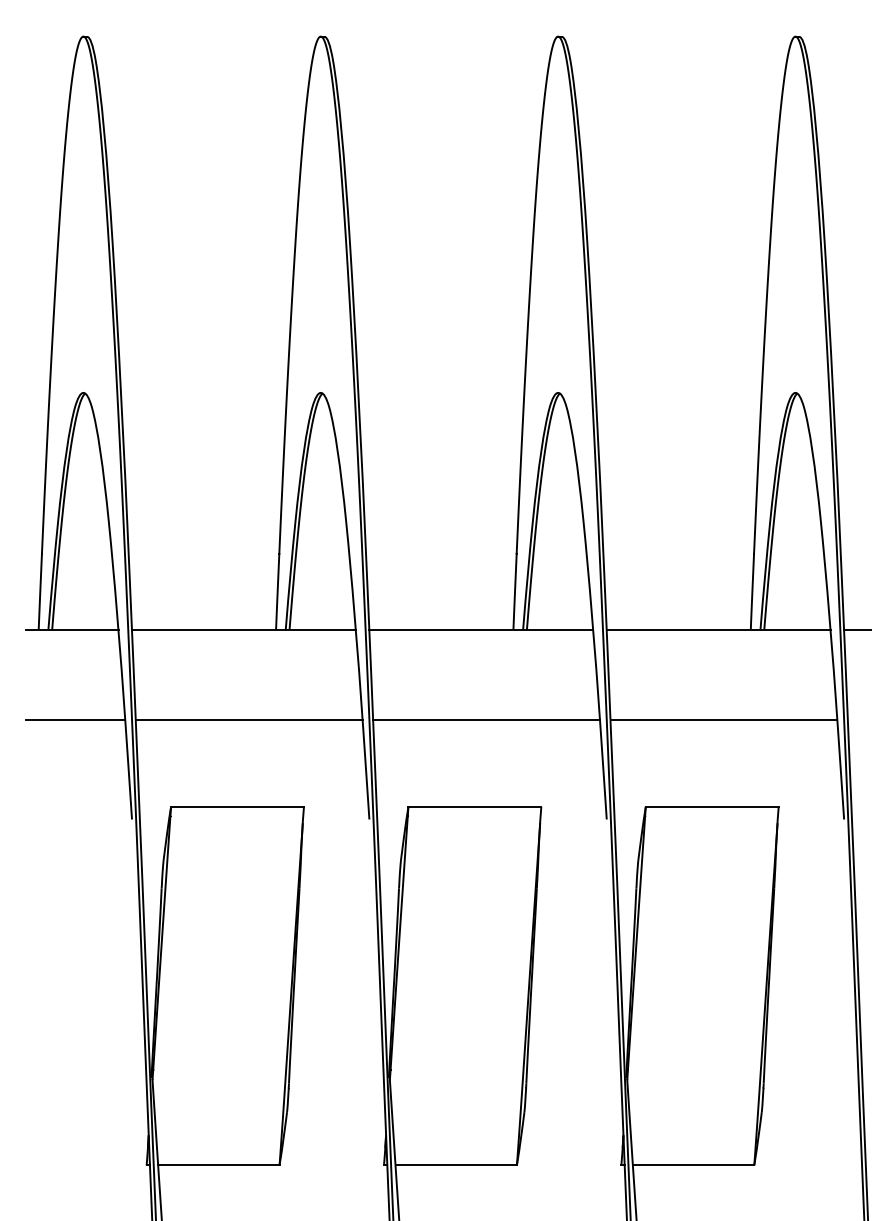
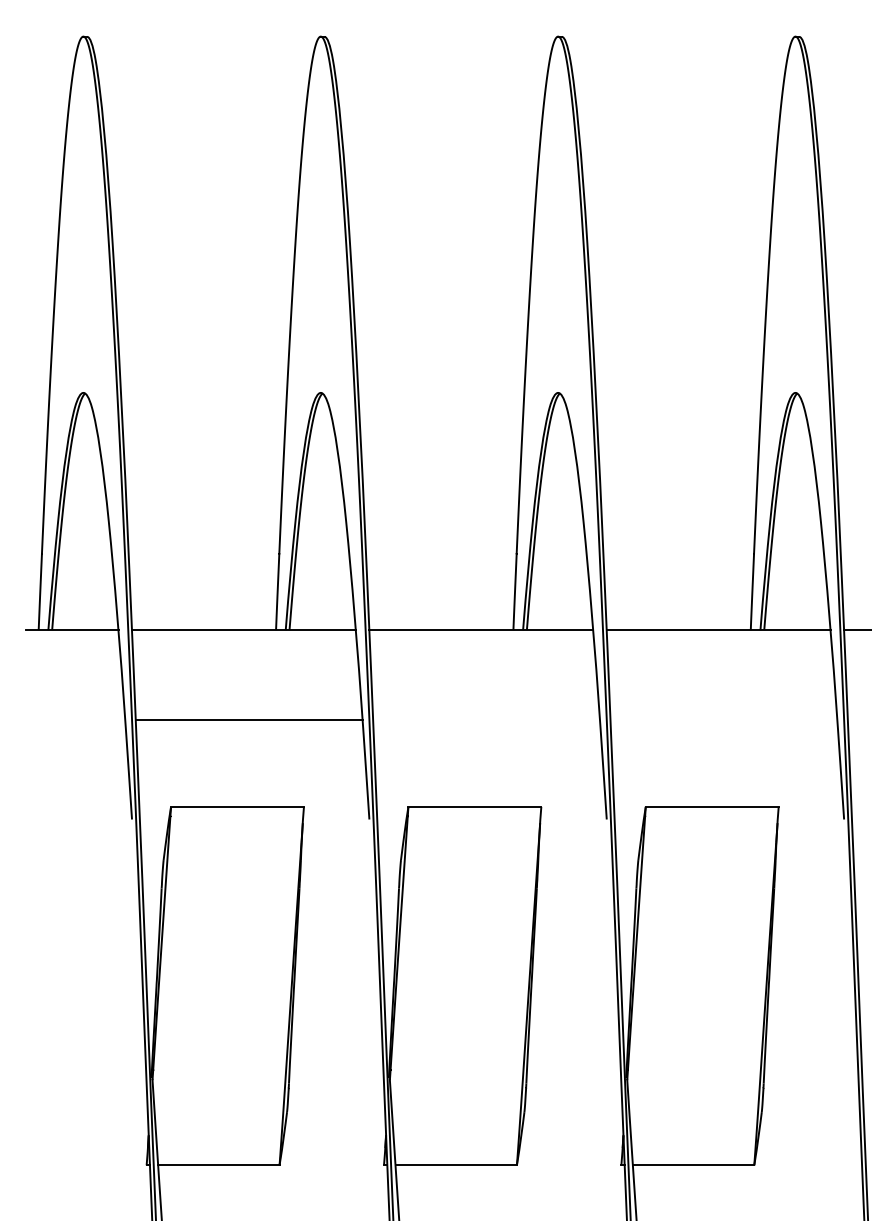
line at (75, 720): present -> none
line at (486, 720): present -> none
line at (723, 720): present -> none
